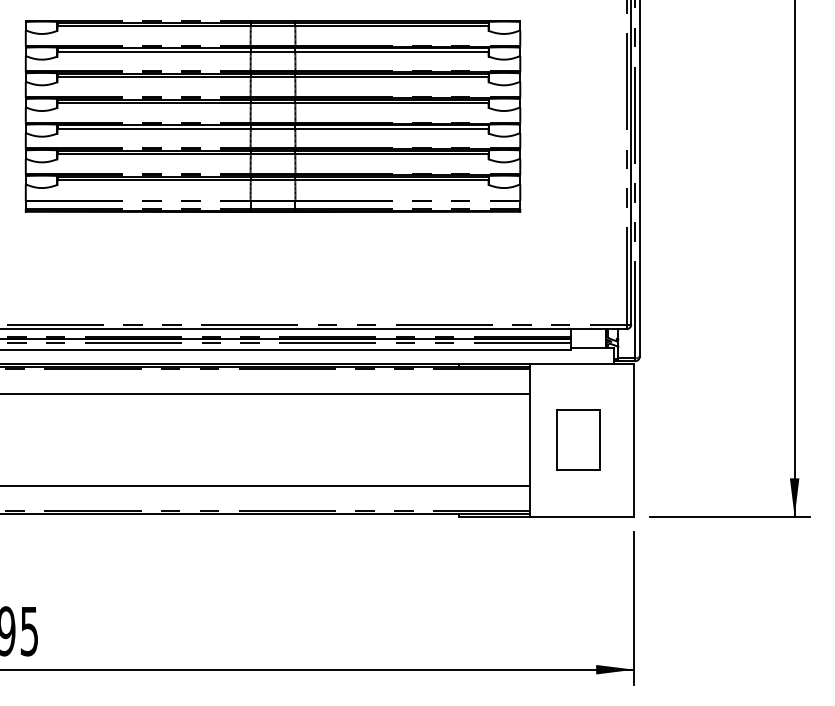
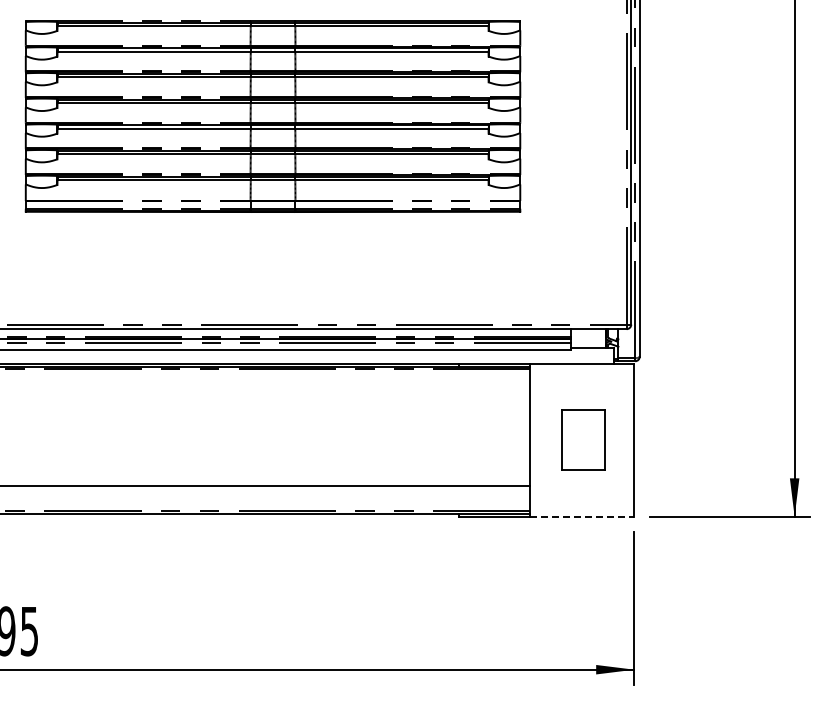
line at (266, 394): present -> none
part at (578, 439) position: (578, 439) -> (583, 439)
line at (582, 516): solid -> dashed
